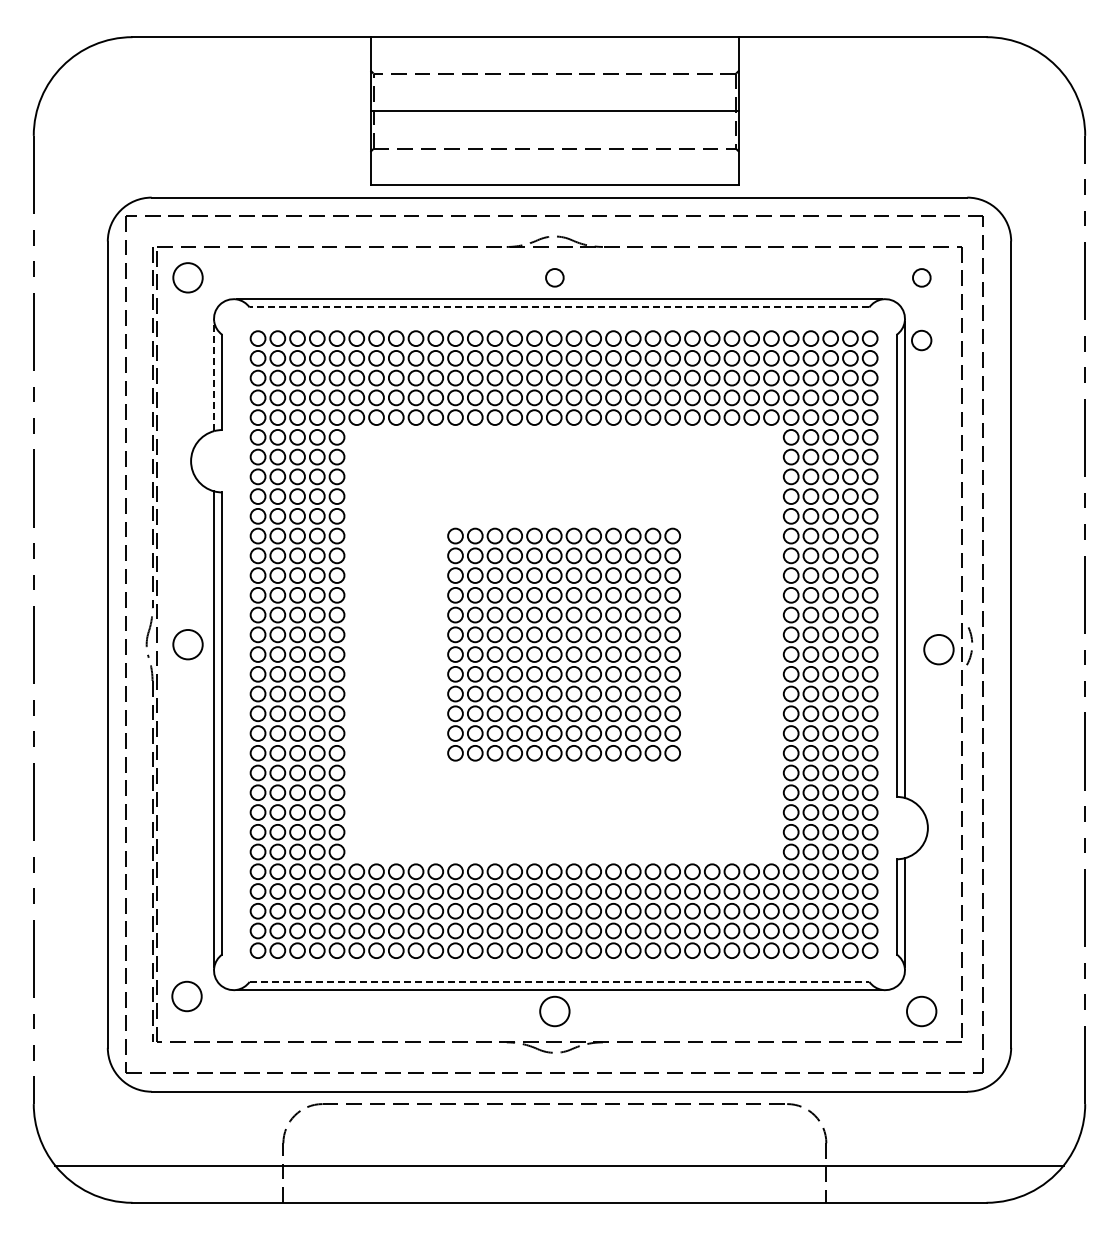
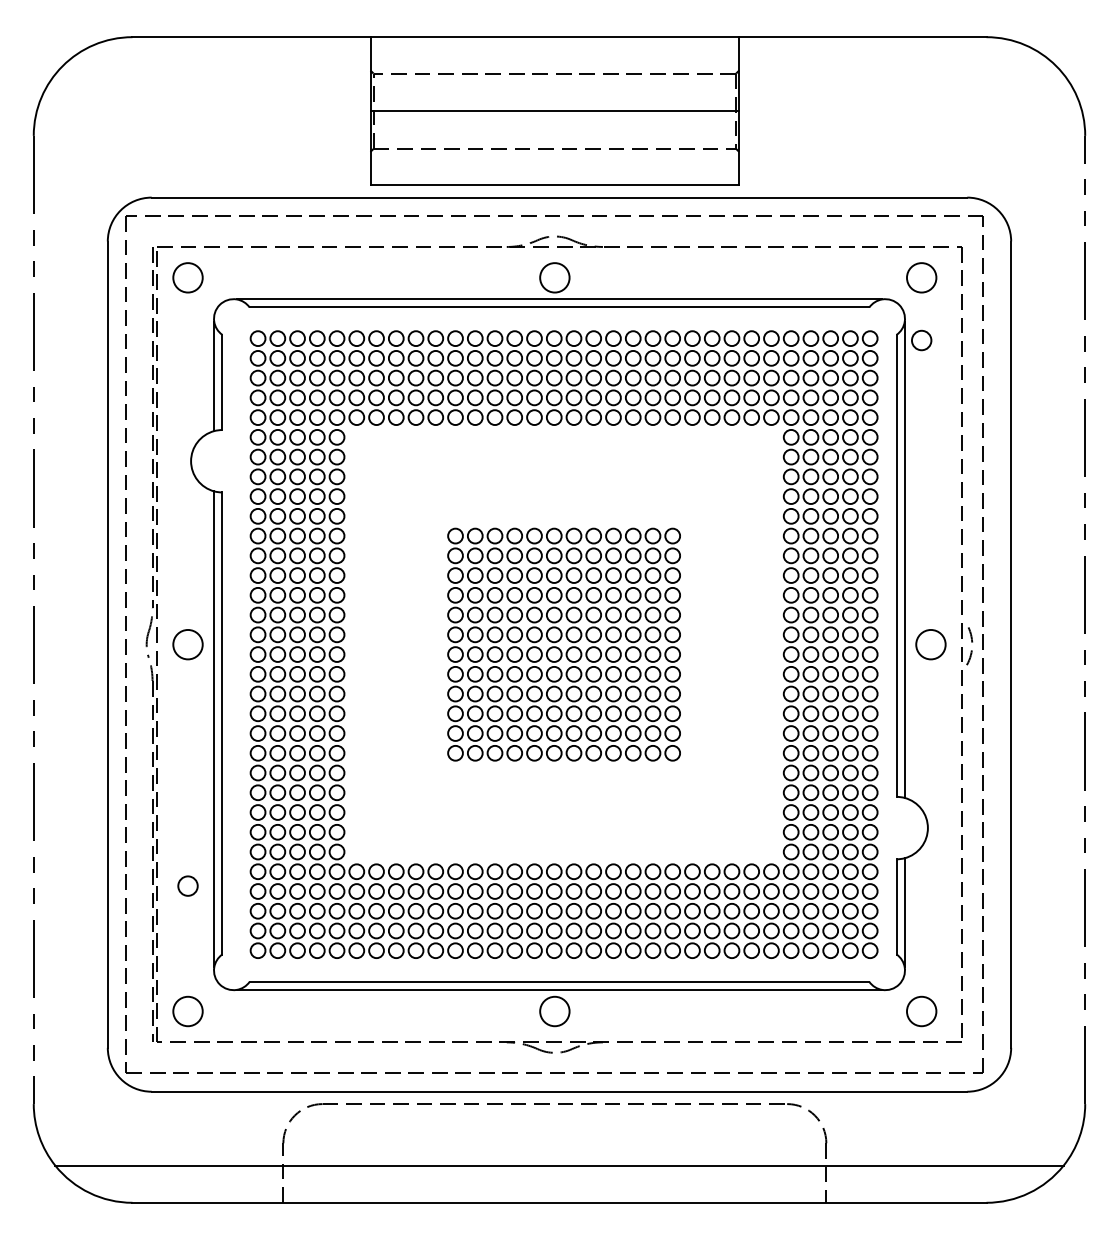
circle at (554, 277) diameter: 18 px -> 29 px
circle at (921, 277) size: 20x20 px -> 32x32 px
line at (559, 307): dashed -> solid
line at (214, 376): dashed -> solid
circle at (938, 649) position: (938, 649) -> (930, 644)
circle at (187, 885): none -> present
line at (559, 981): dashed -> solid
circle at (186, 996) position: (186, 996) -> (187, 1011)
